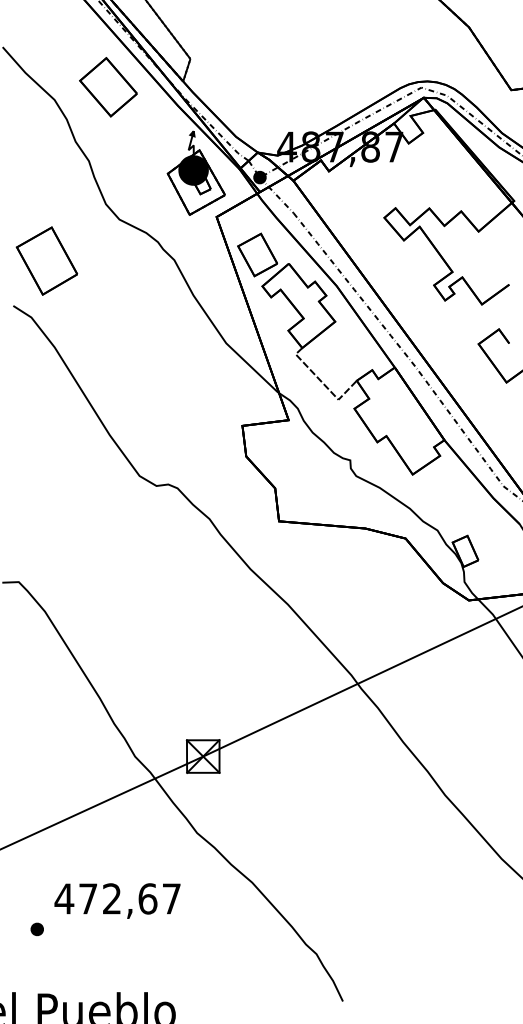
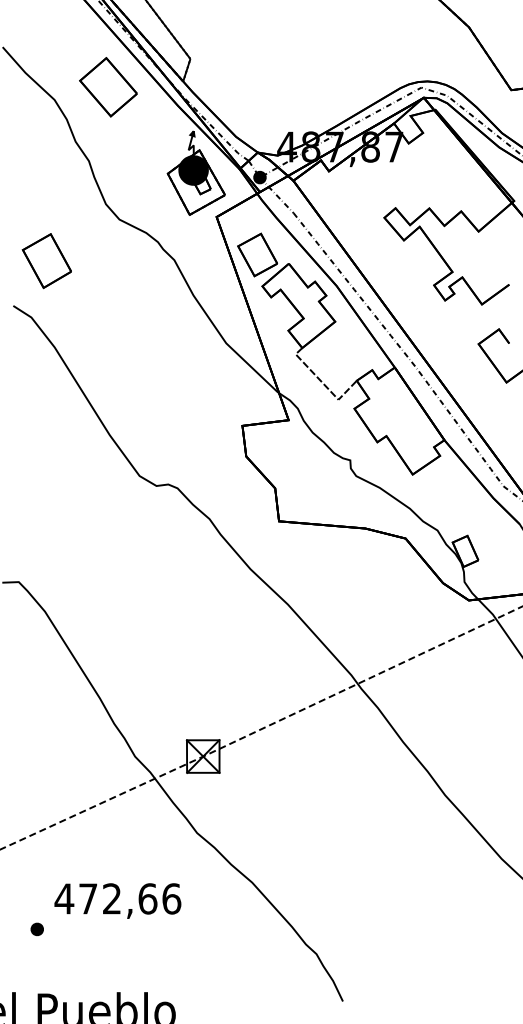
part at (46, 260) size: 64x70 px -> 51x57 px
line at (261, 728): solid -> dashed
text at (171, 898): 472,67 -> 472,66
